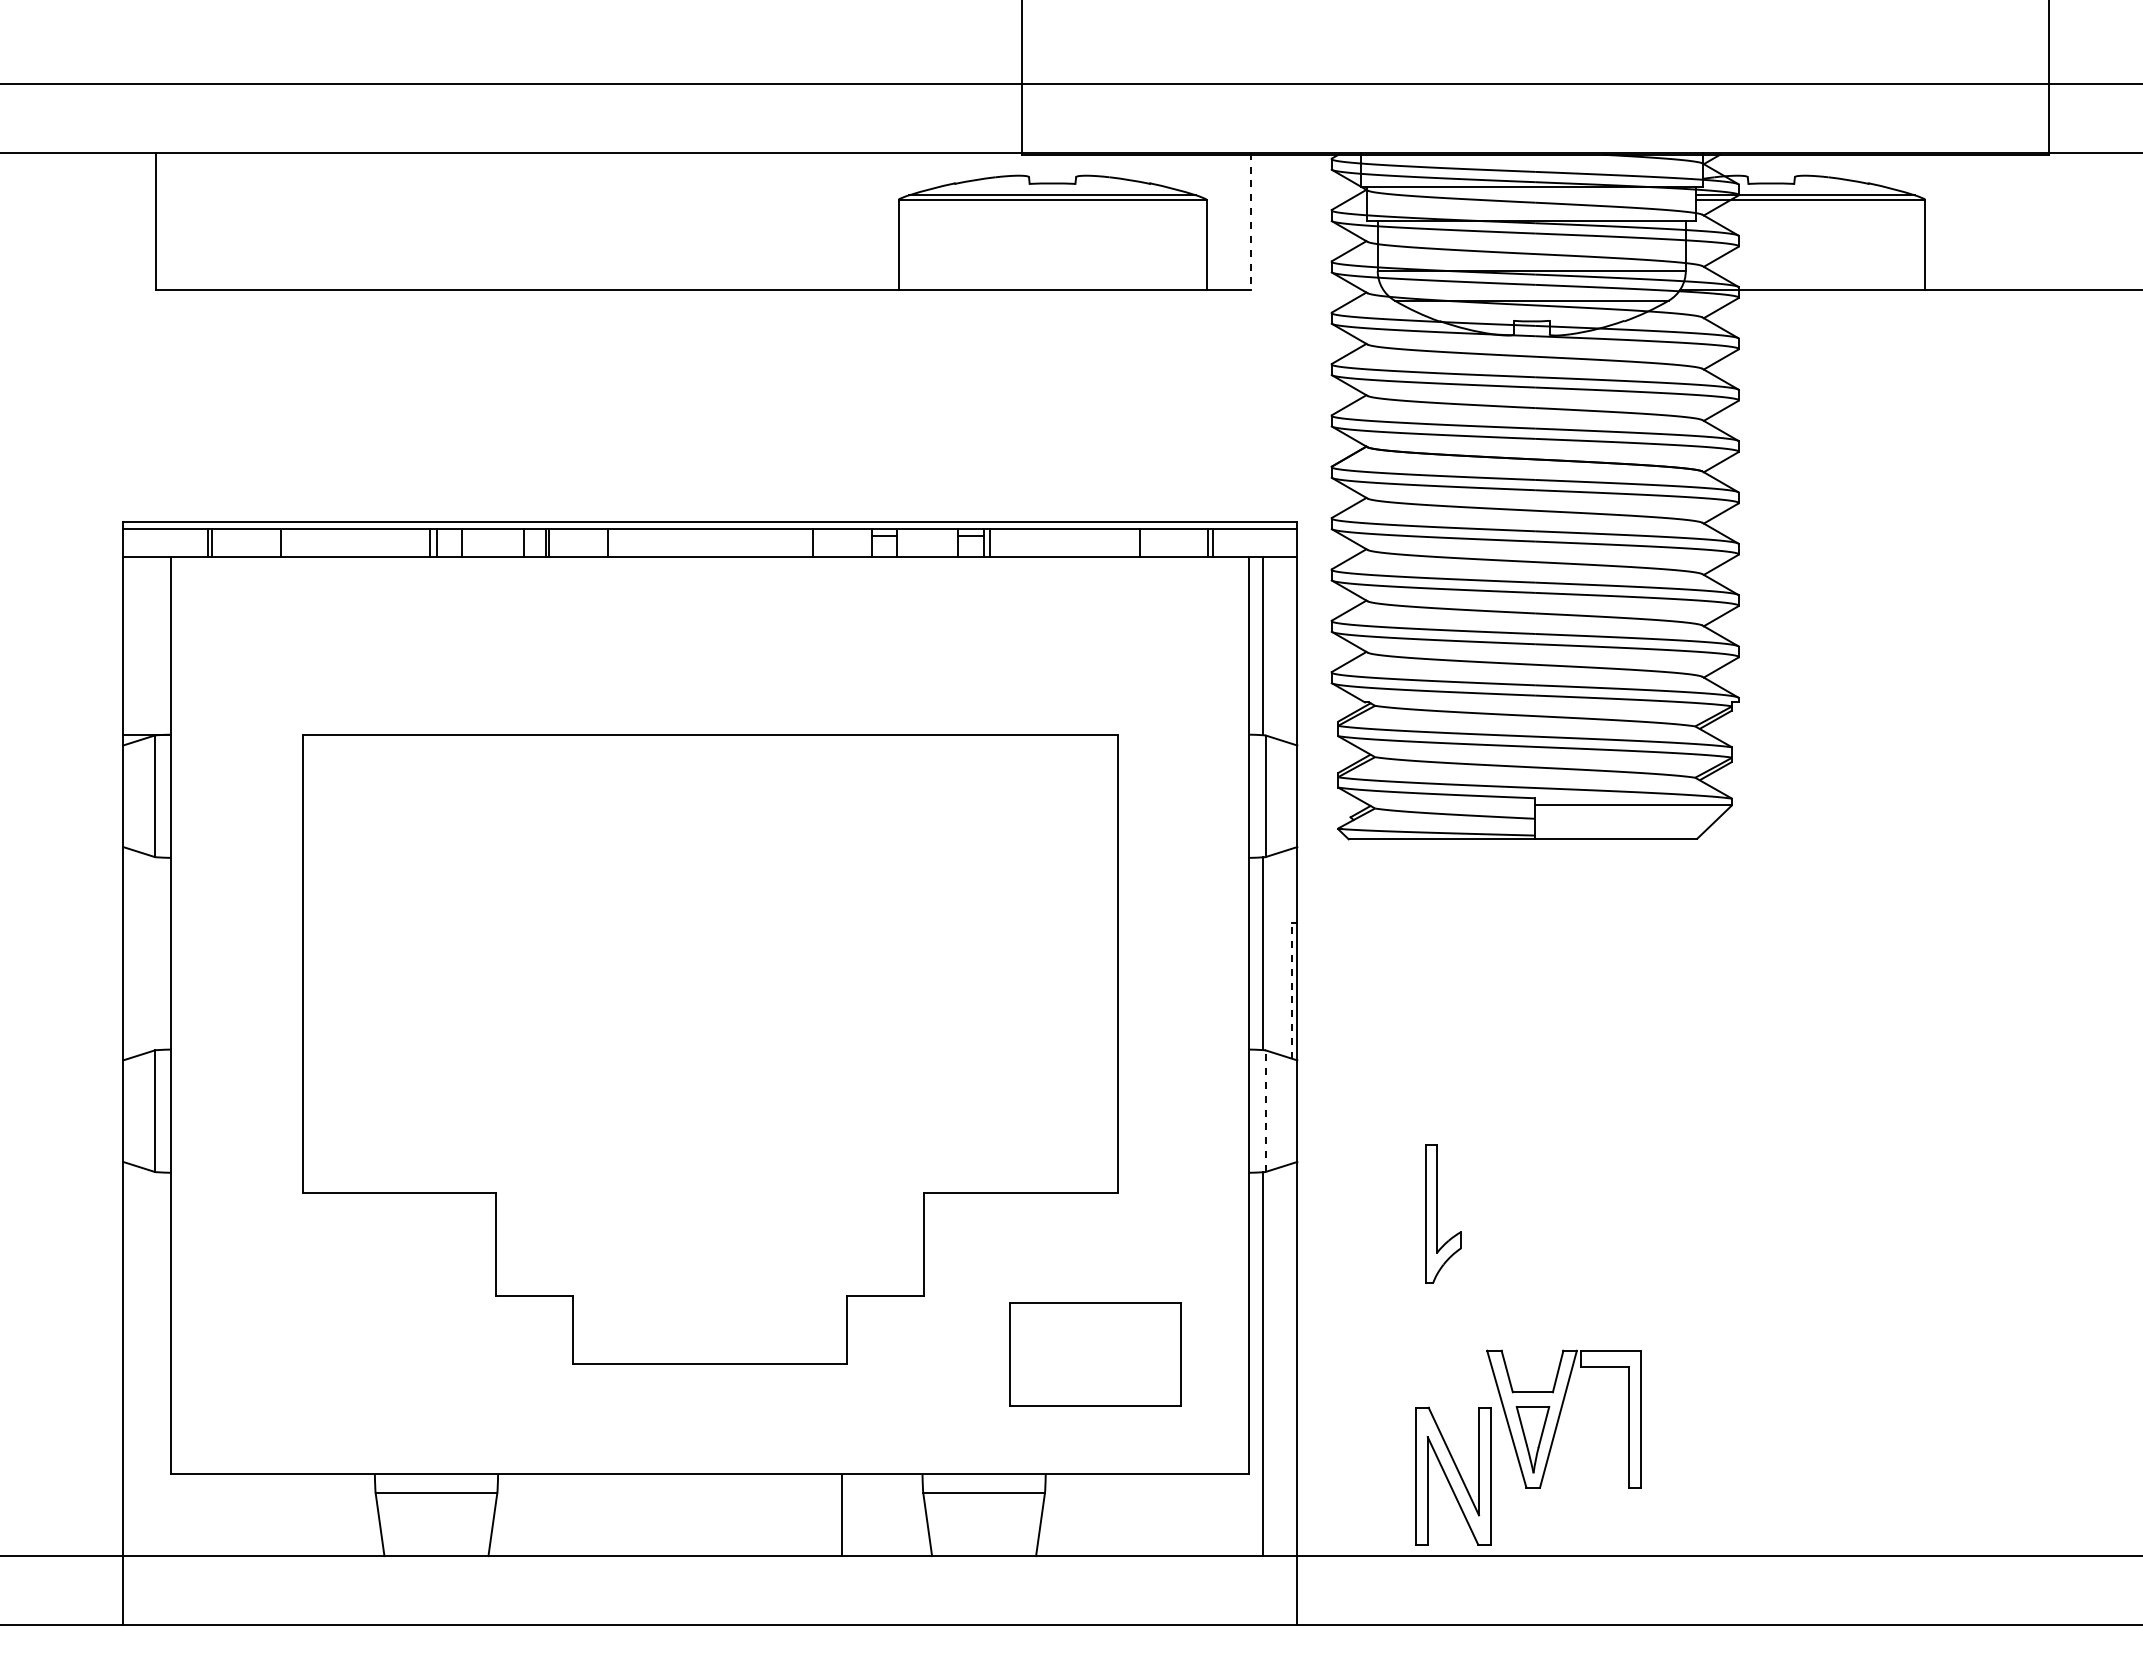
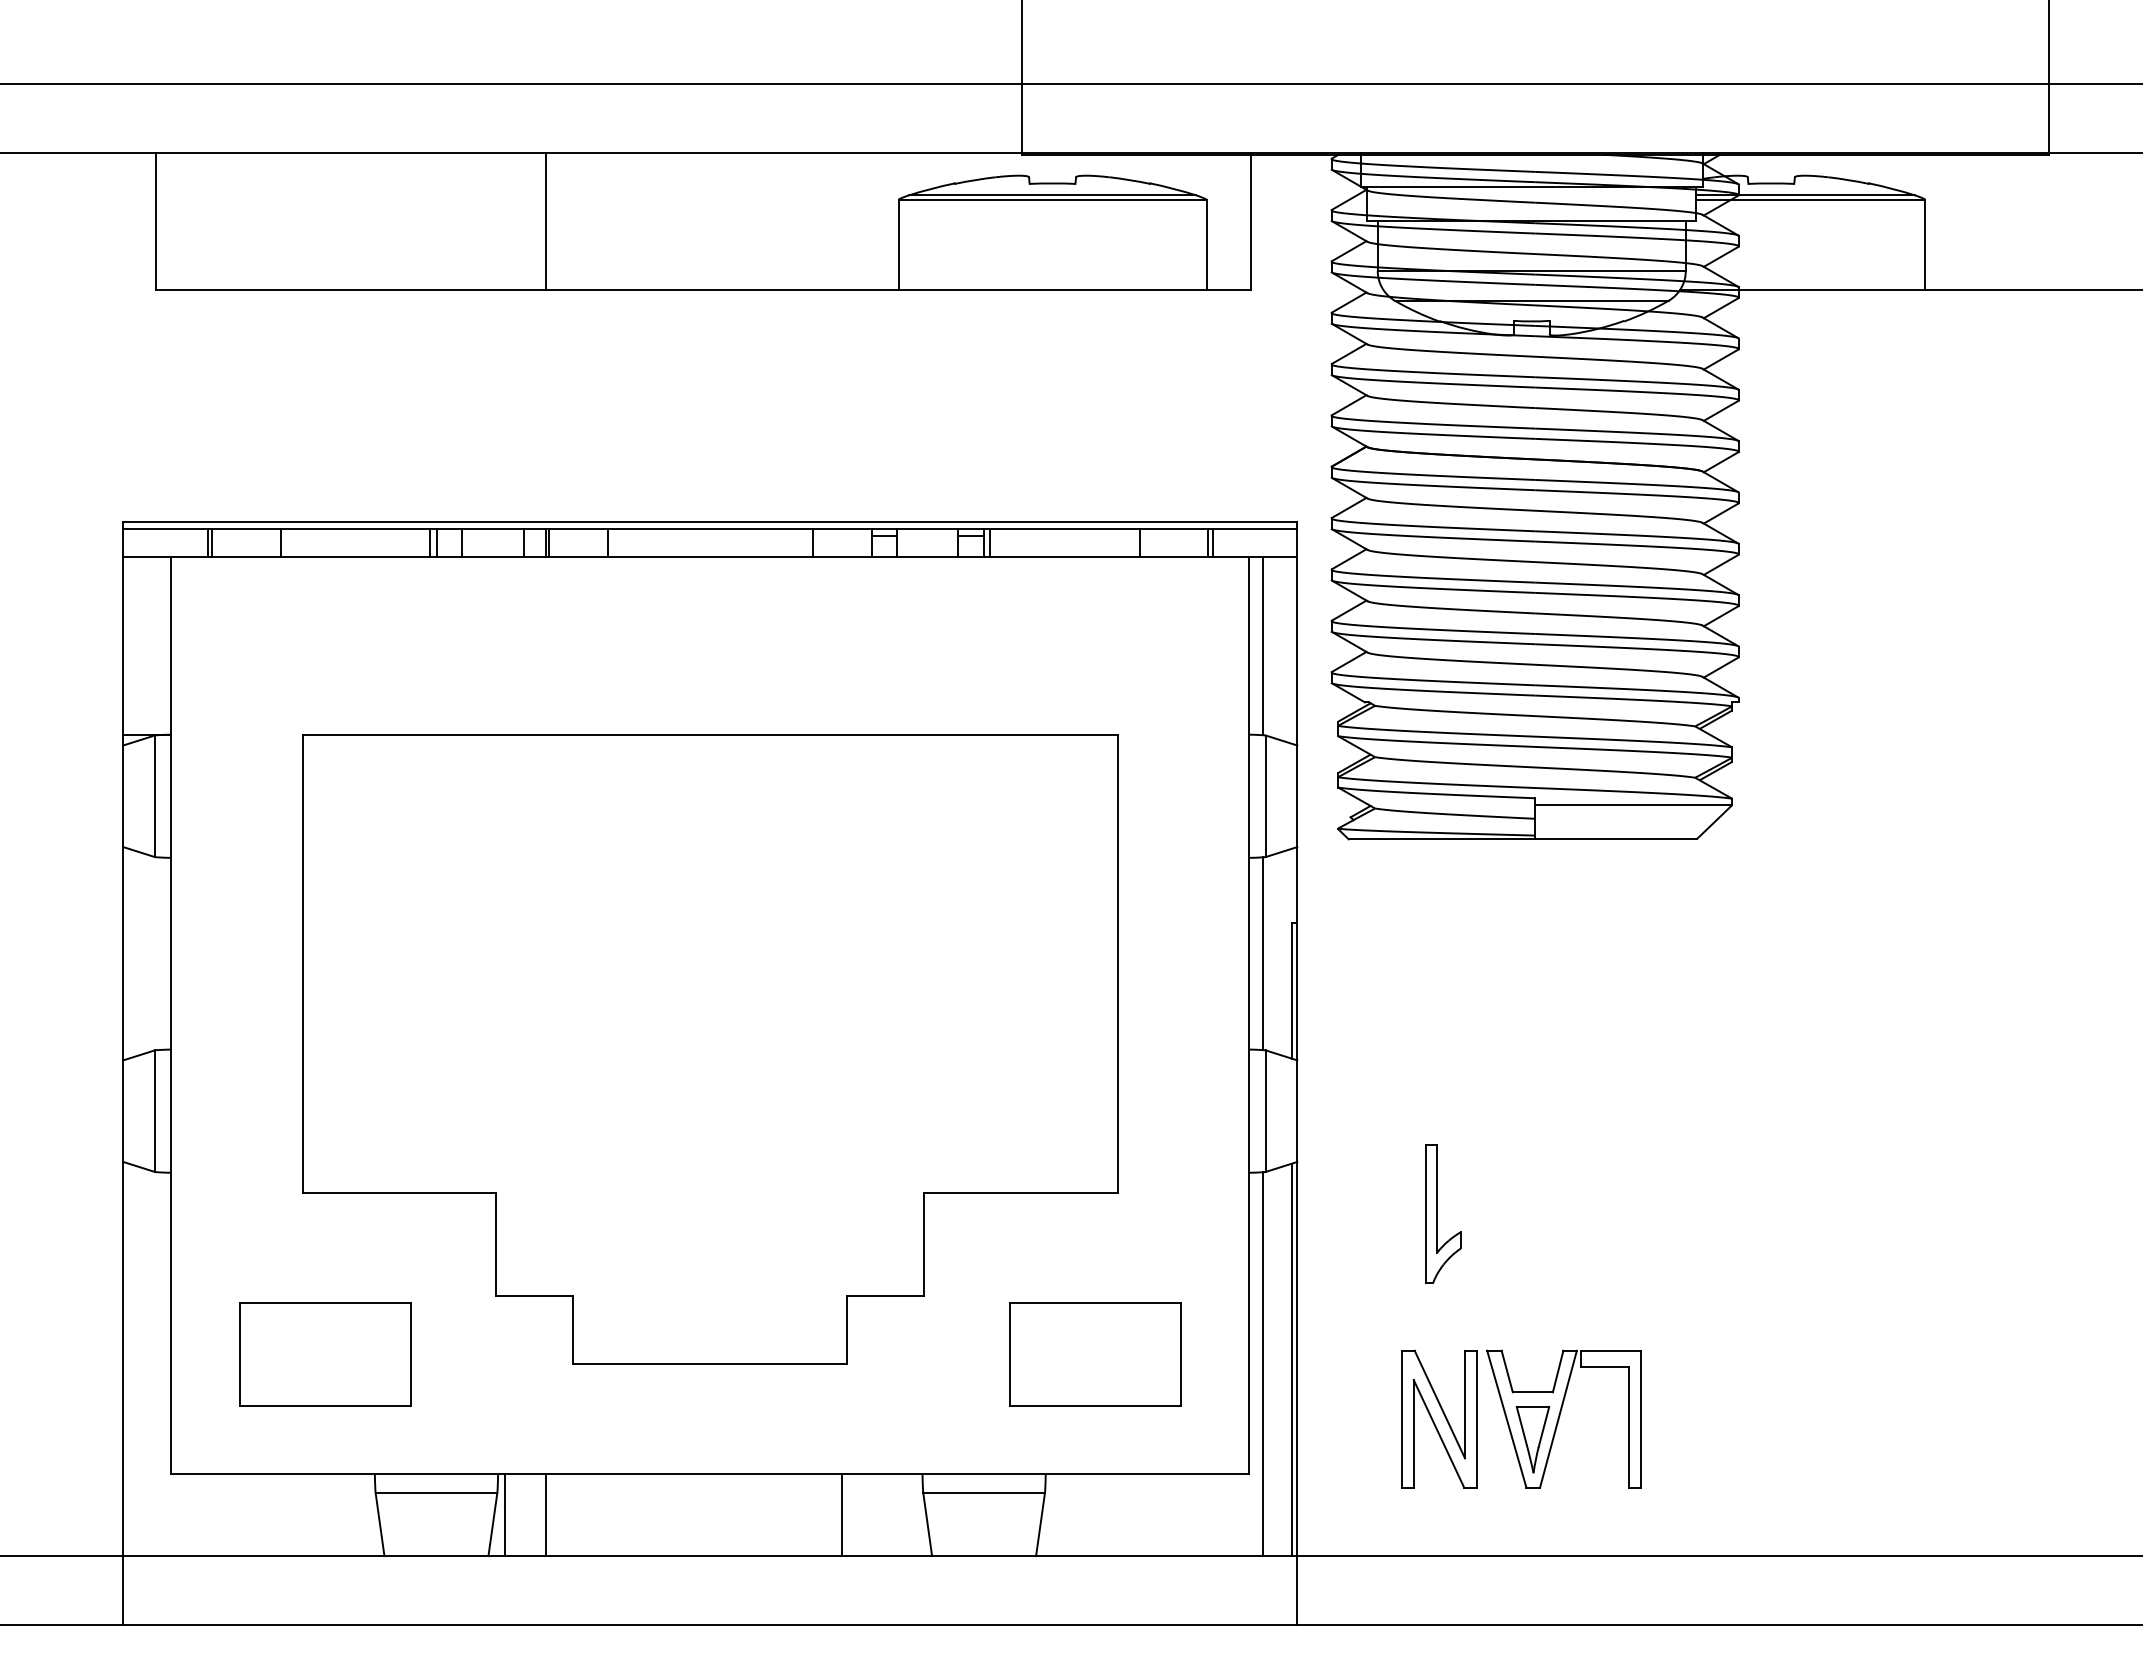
line at (546, 220): none -> present
line at (1251, 221): dashed -> solid
line at (1292, 990): dashed -> solid
line at (1265, 1111): dashed -> solid
part at (325, 1354): none -> present
line at (1292, 1359): none -> present
part at (1453, 1475) position: (1453, 1475) -> (1439, 1418)
line at (504, 1514): none -> present
line at (546, 1514): none -> present
